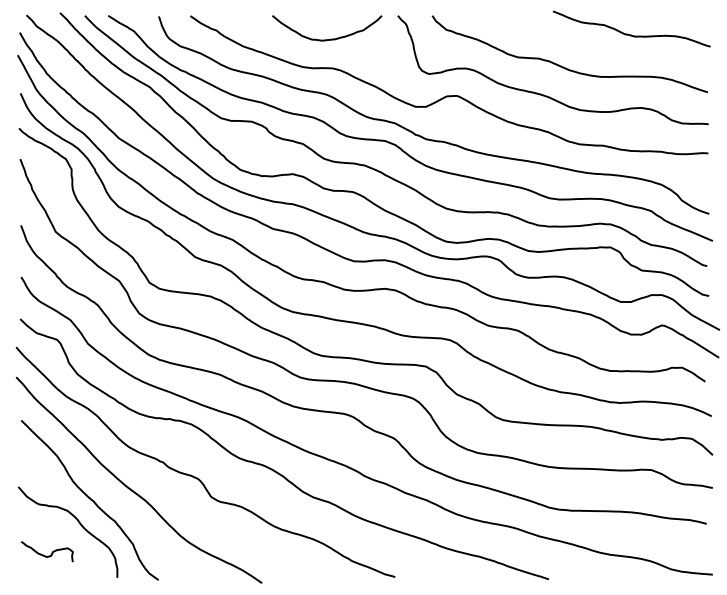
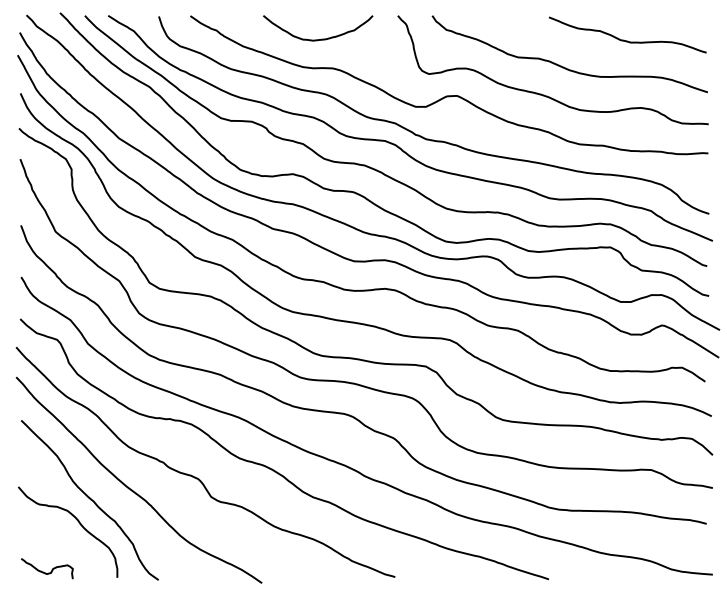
curve at (631, 34) position: (631, 34) -> (627, 40)
curve at (330, 38) position: (330, 38) -> (321, 38)
curve at (51, 552) position: (51, 552) -> (51, 569)
